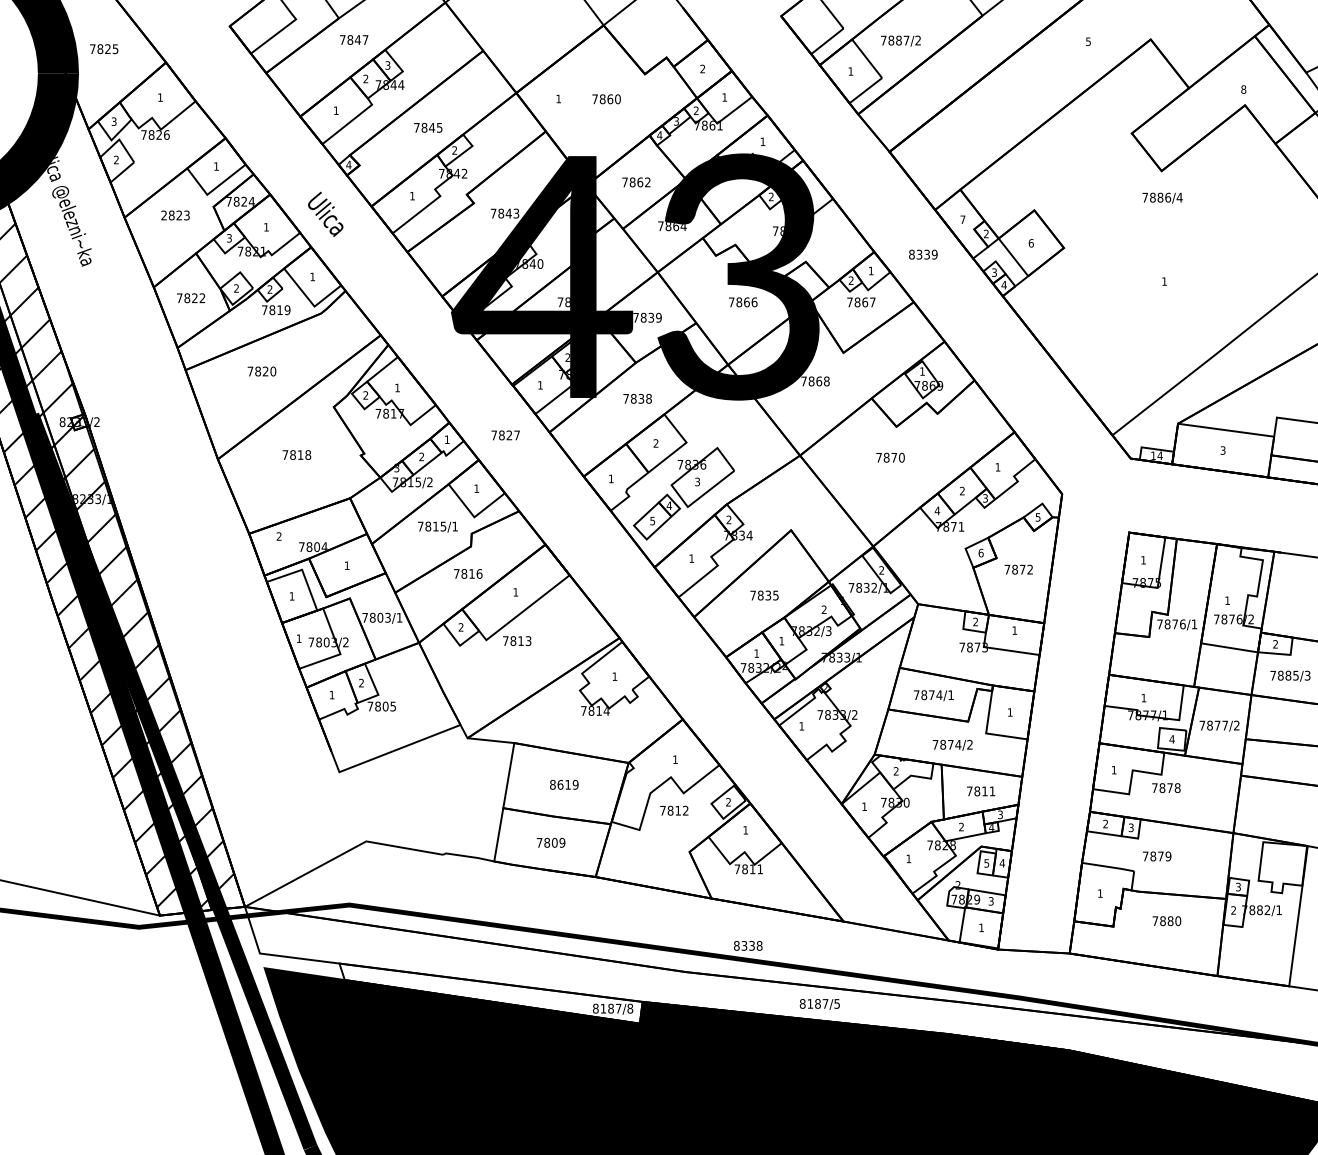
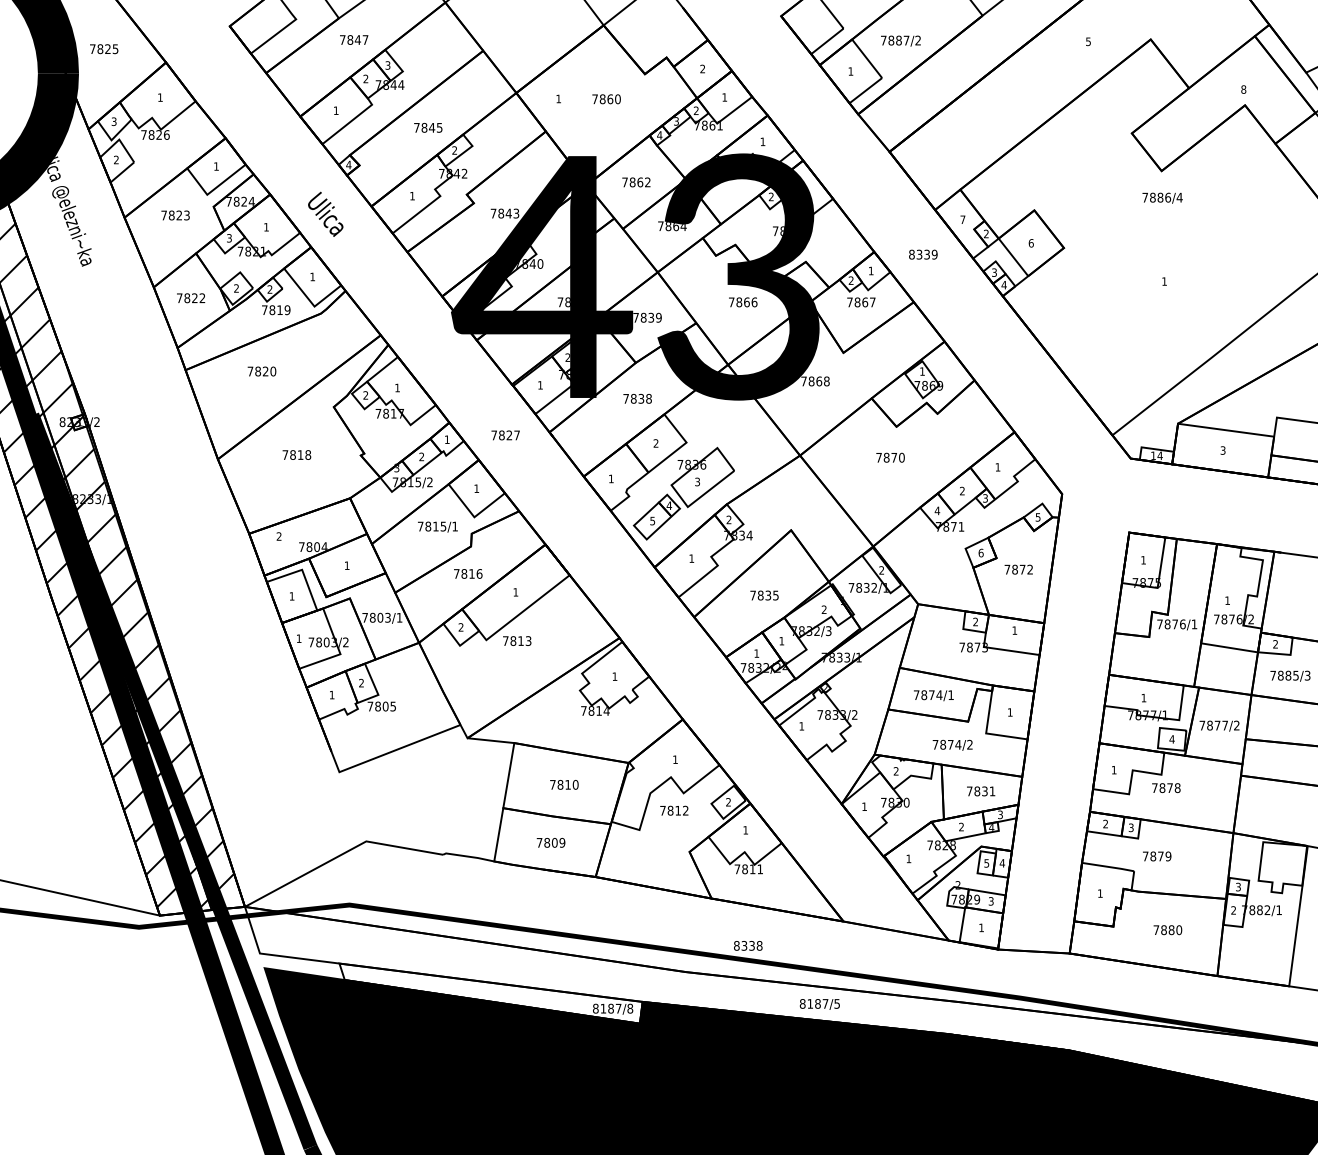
text at (163, 215): 2823 -> 7823
text at (564, 784): 8619 -> 7810
text at (984, 791): 7811 -> 7831
text at (1166, 921) position: (1166, 921) -> (1167, 930)
